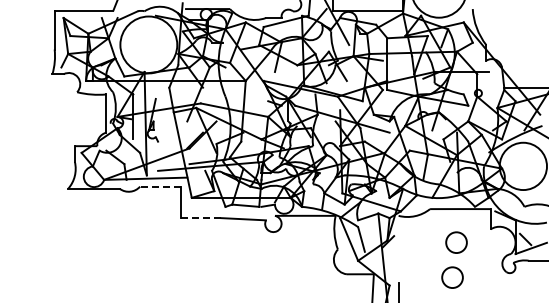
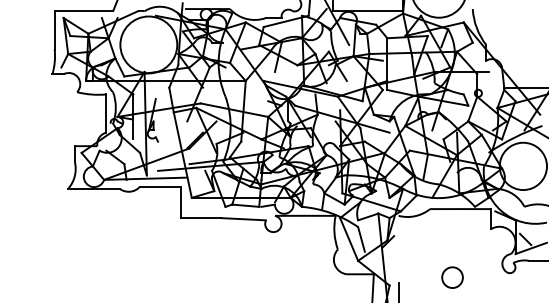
line at (159, 186): dashed -> solid
line at (200, 218): dashed -> solid
circle at (456, 242): present -> none
